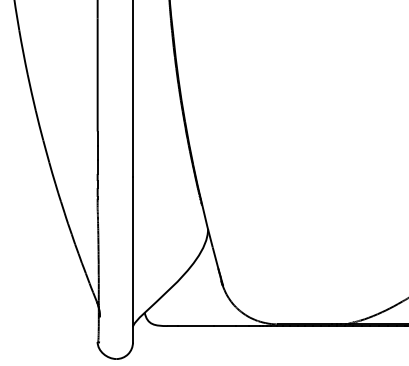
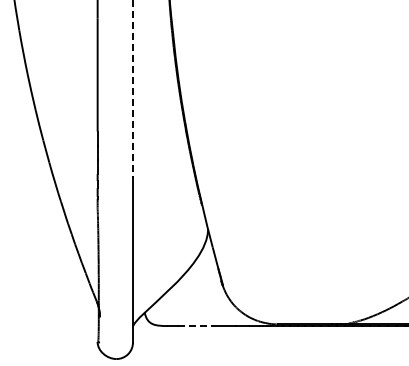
line at (132, 89): solid -> dashed
line at (196, 326): solid -> dashed
